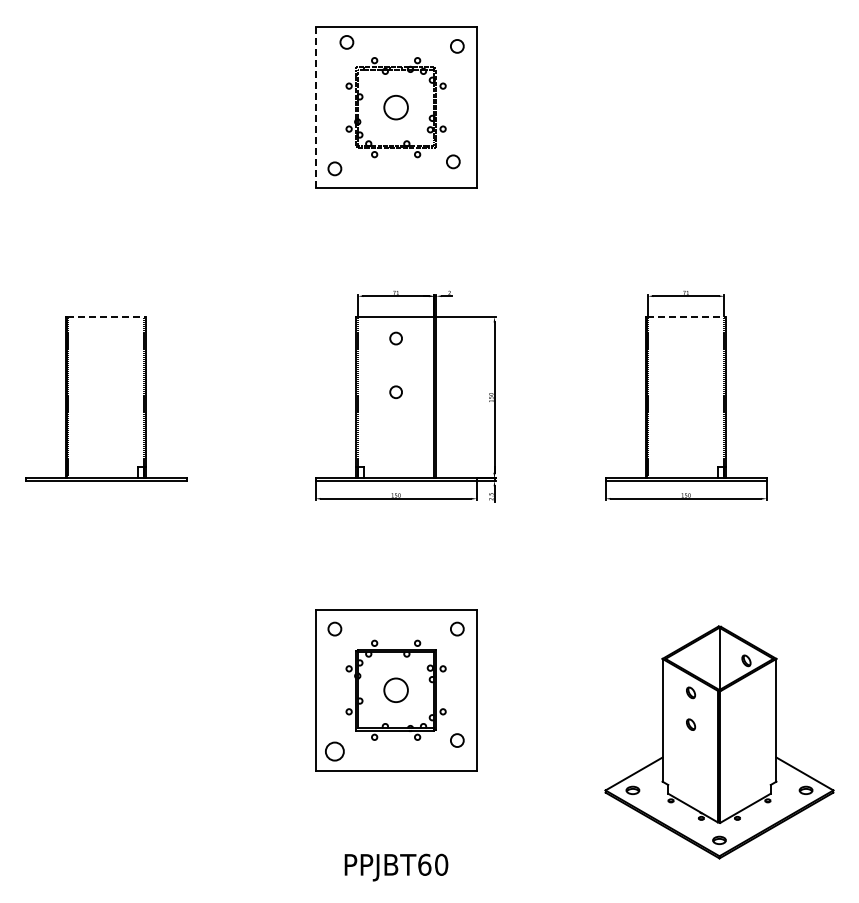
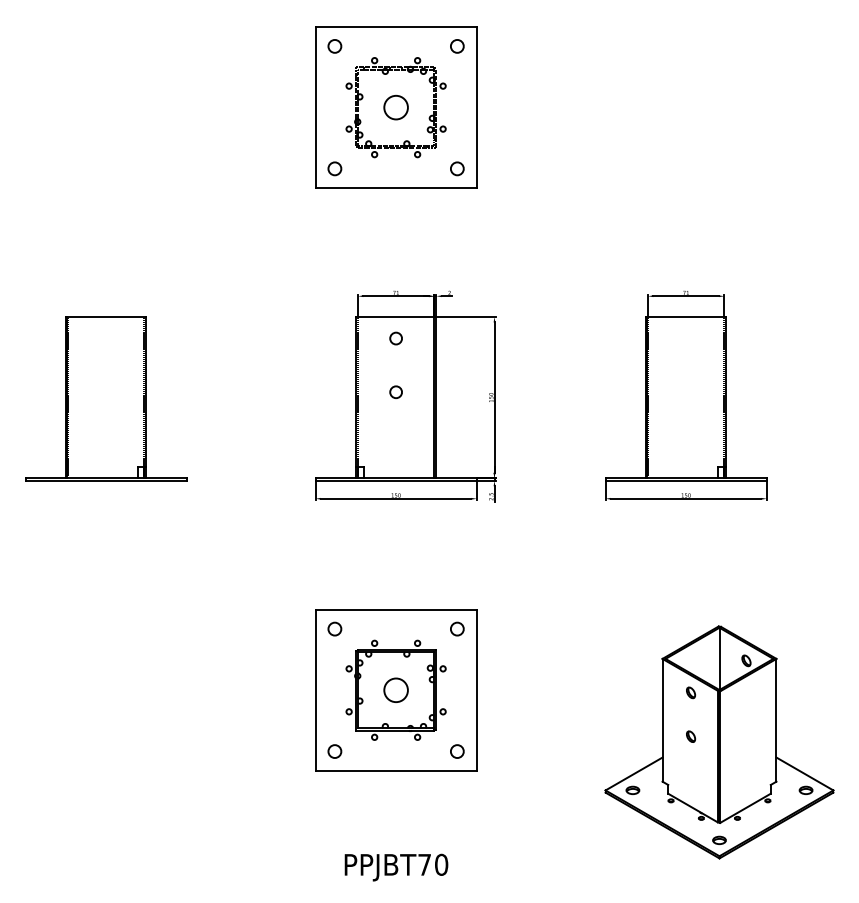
circle at (346, 42) position: (346, 42) -> (334, 46)
line at (315, 107): dashed -> solid
circle at (453, 161) position: (453, 161) -> (457, 168)
line at (106, 317): dashed -> solid
line at (686, 317): dashed -> solid
part at (690, 724) position: (690, 724) -> (690, 736)
circle at (457, 740) position: (457, 740) -> (457, 751)
circle at (334, 751) size: 20x21 px -> 16x15 px
text at (424, 864): PPJBT60 -> PPJBT70
